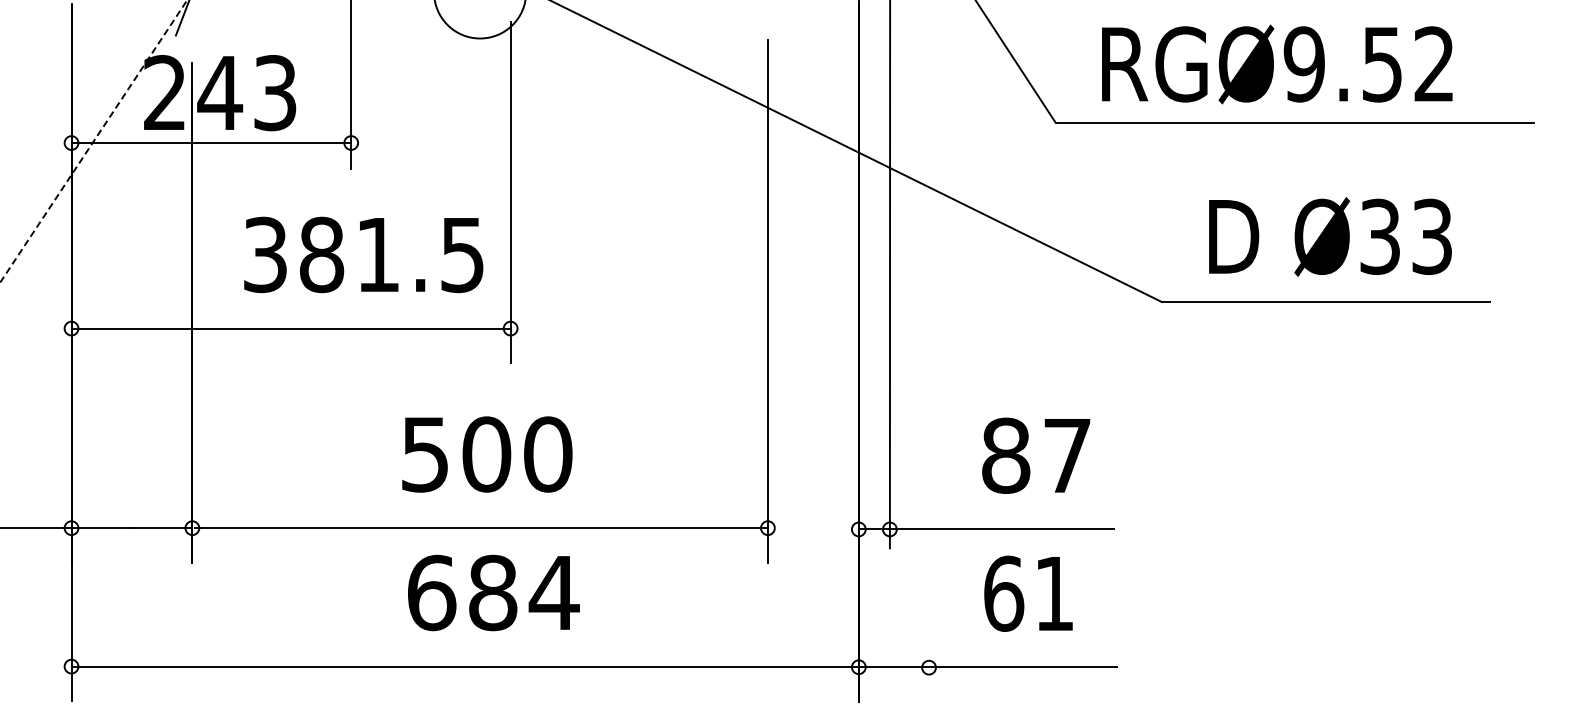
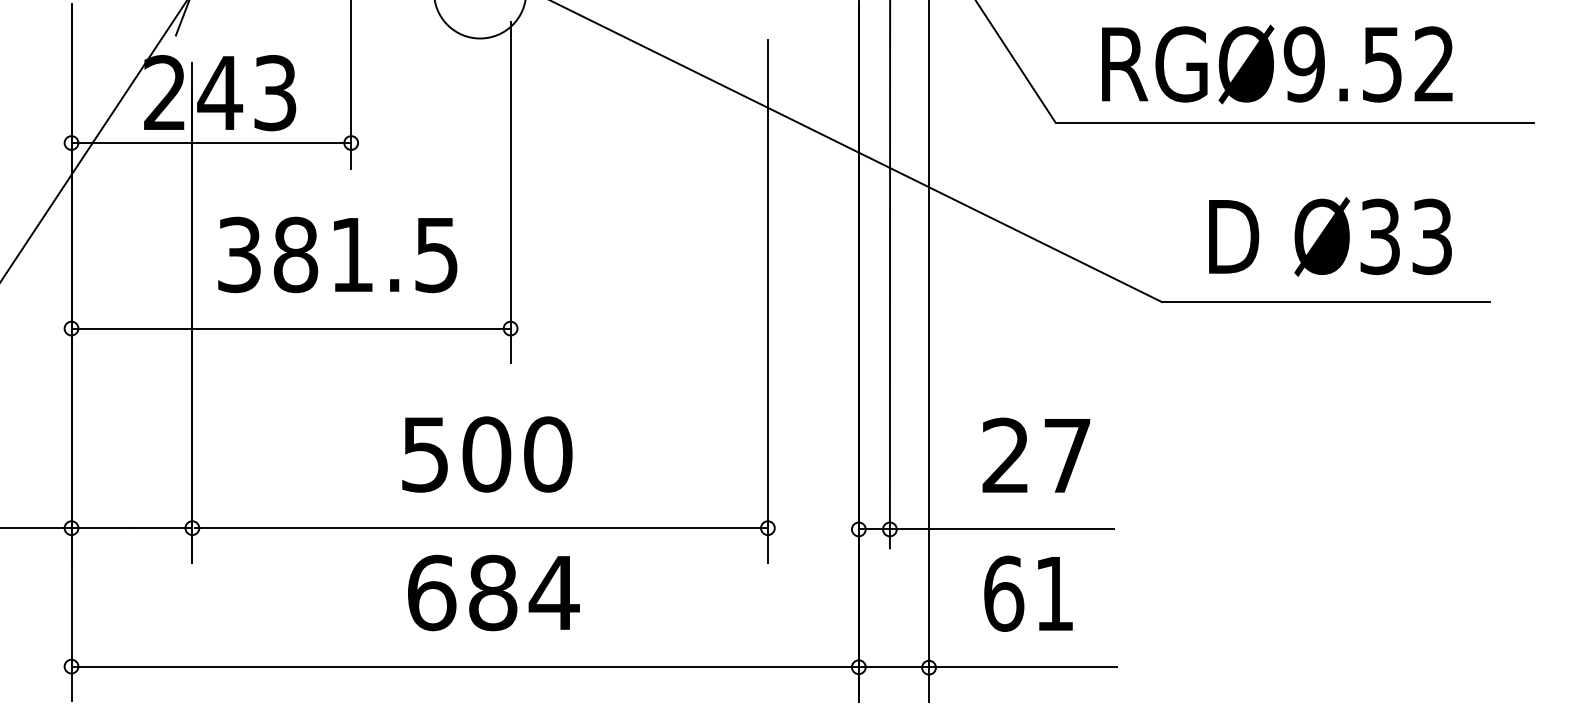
line at (93, 142): dashed -> solid
text at (363, 254) position: (363, 254) -> (337, 254)
line at (929, 352): none -> present
text at (1006, 455): 87 -> 27
